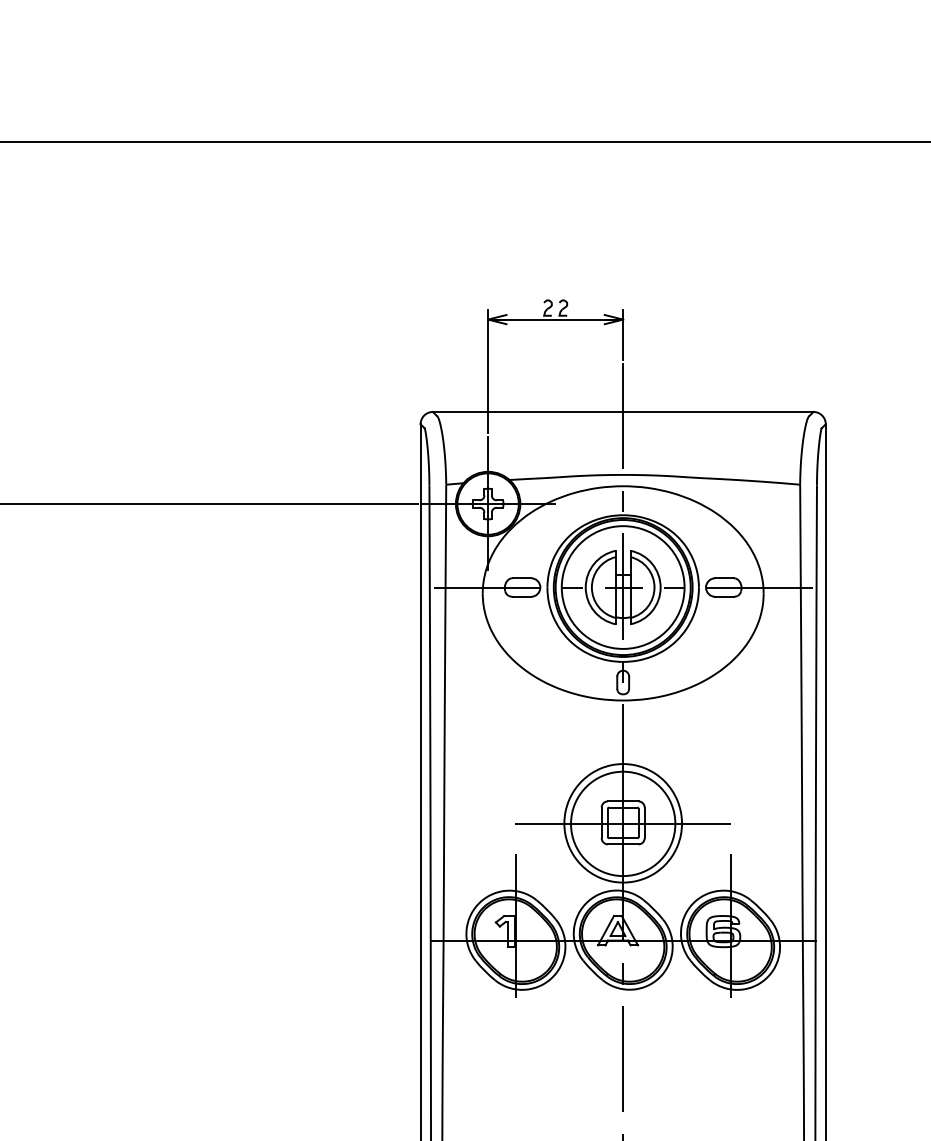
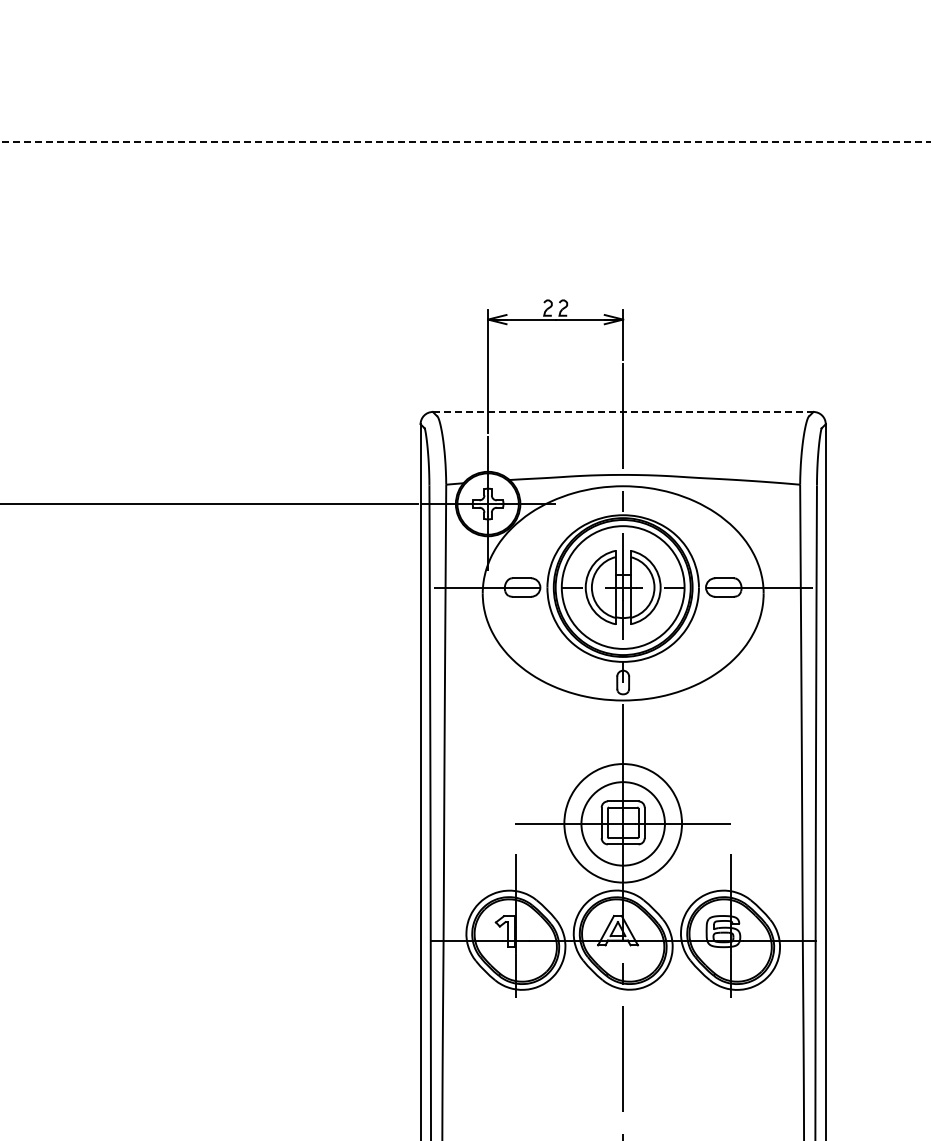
line at (465, 142): solid -> dashed
line at (622, 411): solid -> dashed
circle at (623, 823) diameter: 104 px -> 83 px
